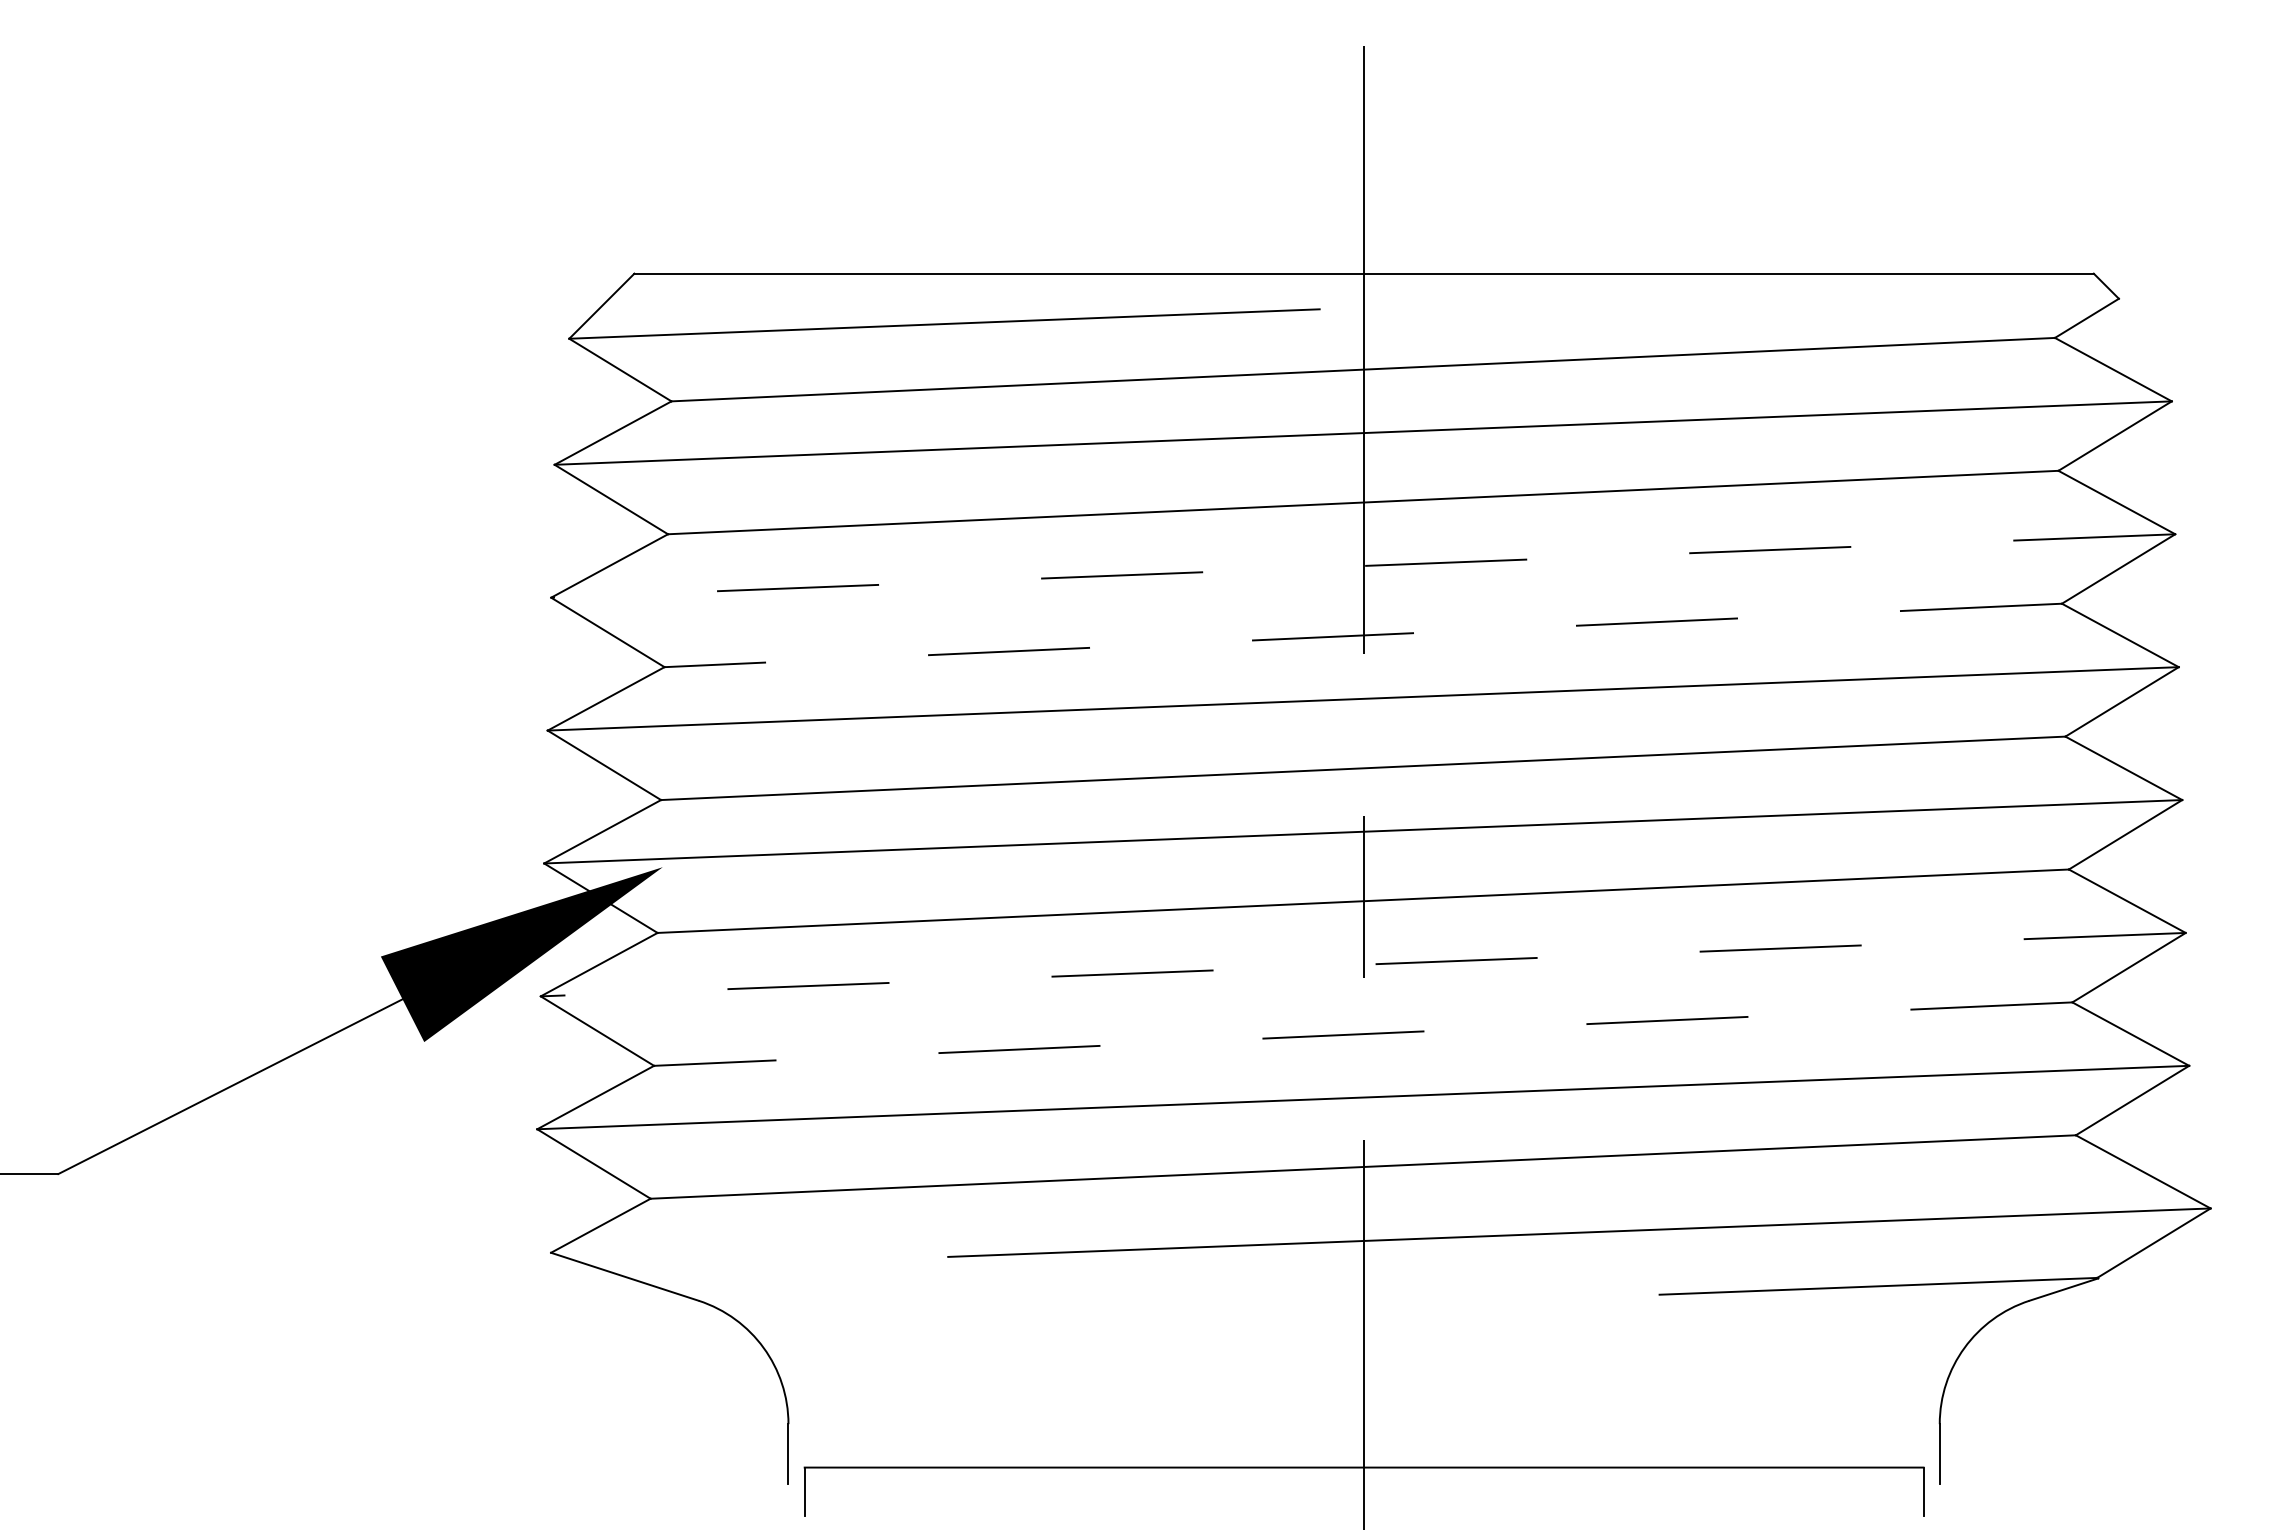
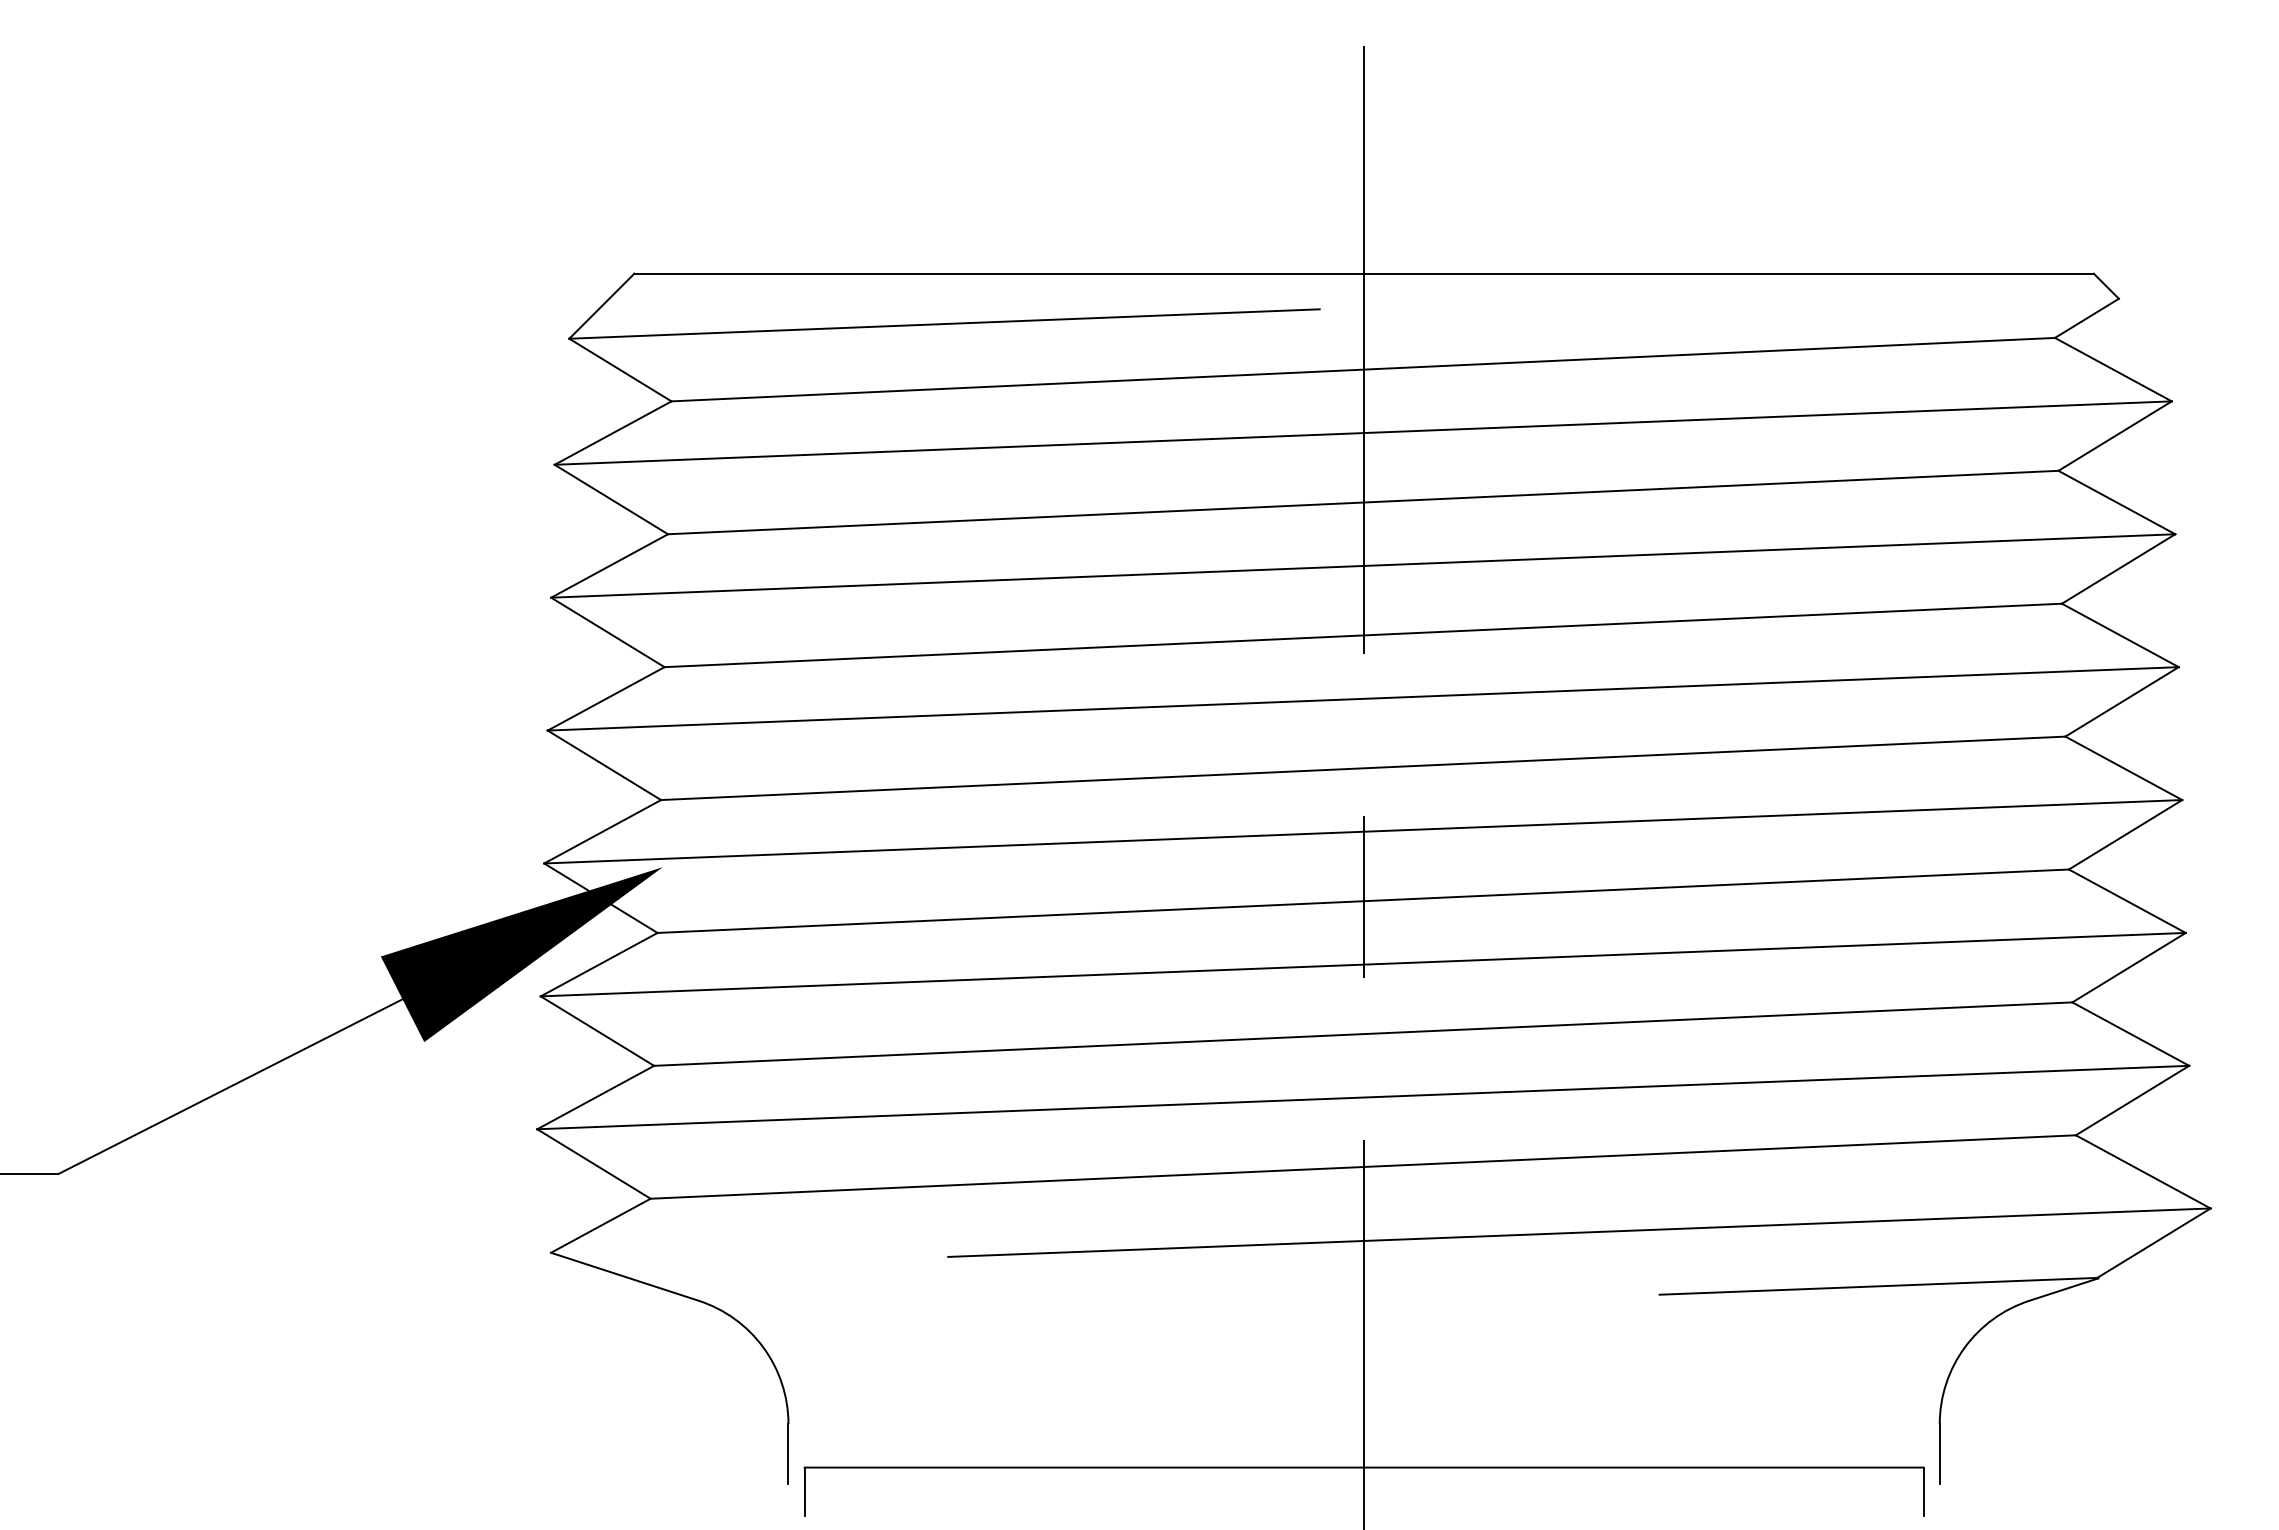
line at (1363, 565): dashed -> solid
line at (1362, 635): dashed -> solid
line at (1362, 964): dashed -> solid
line at (1363, 1034): dashed -> solid
